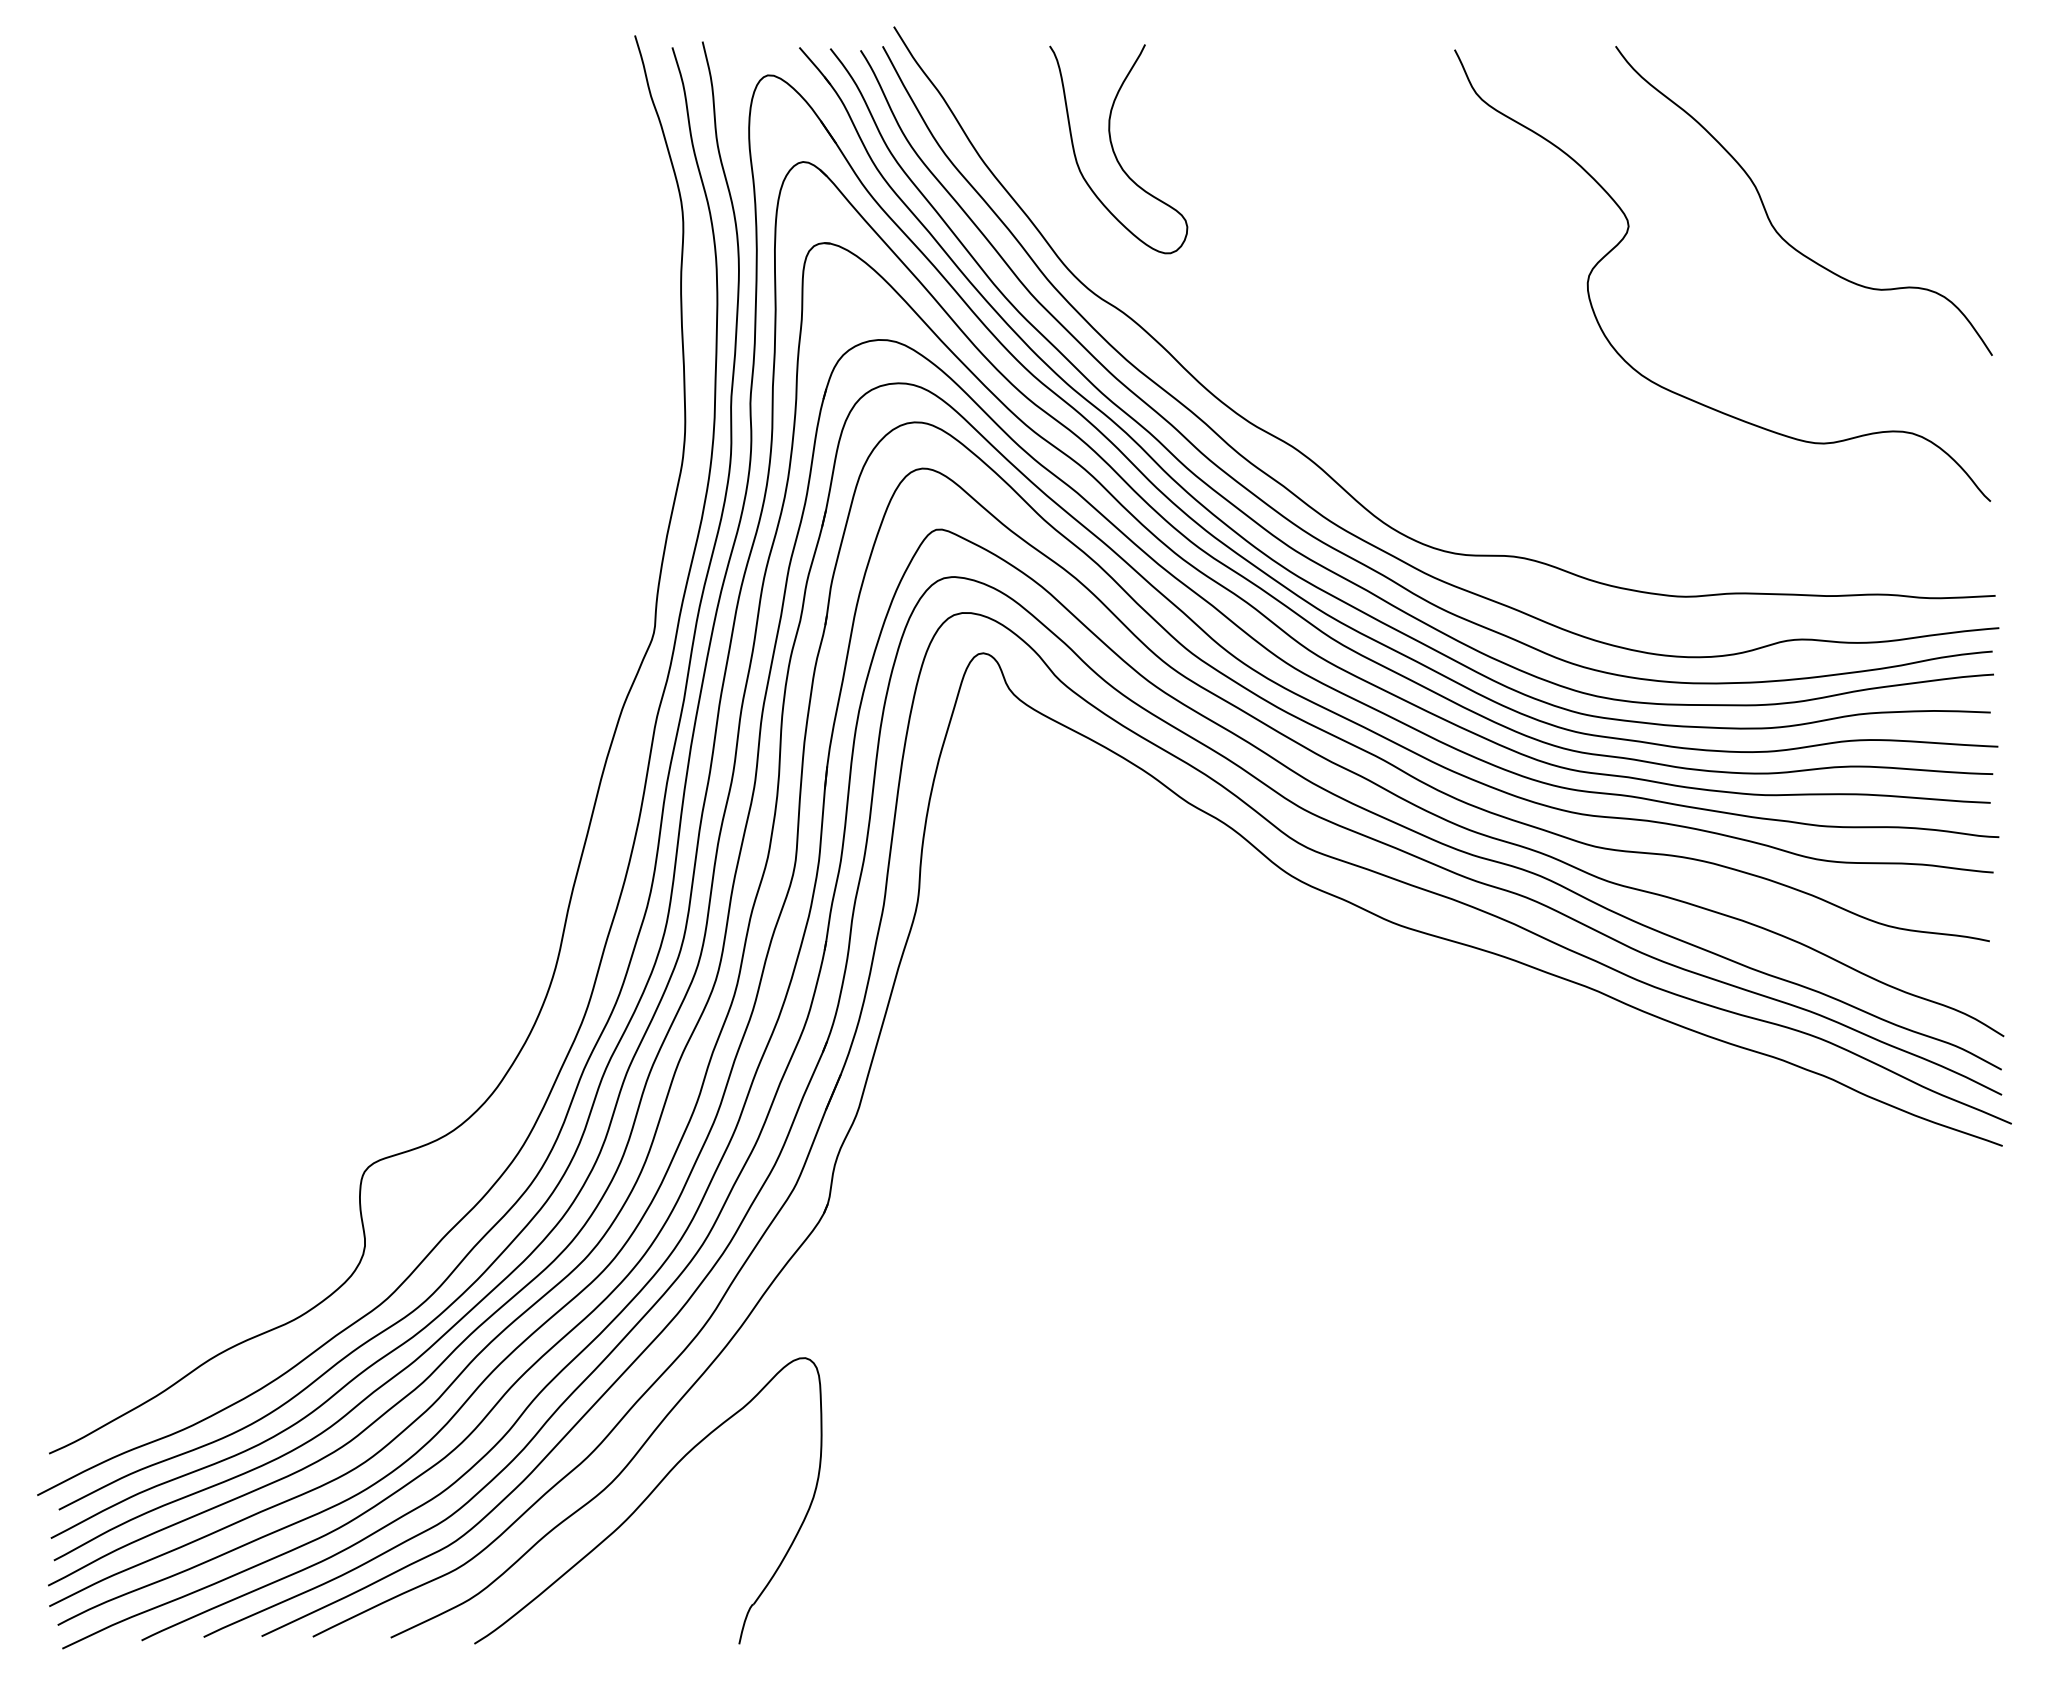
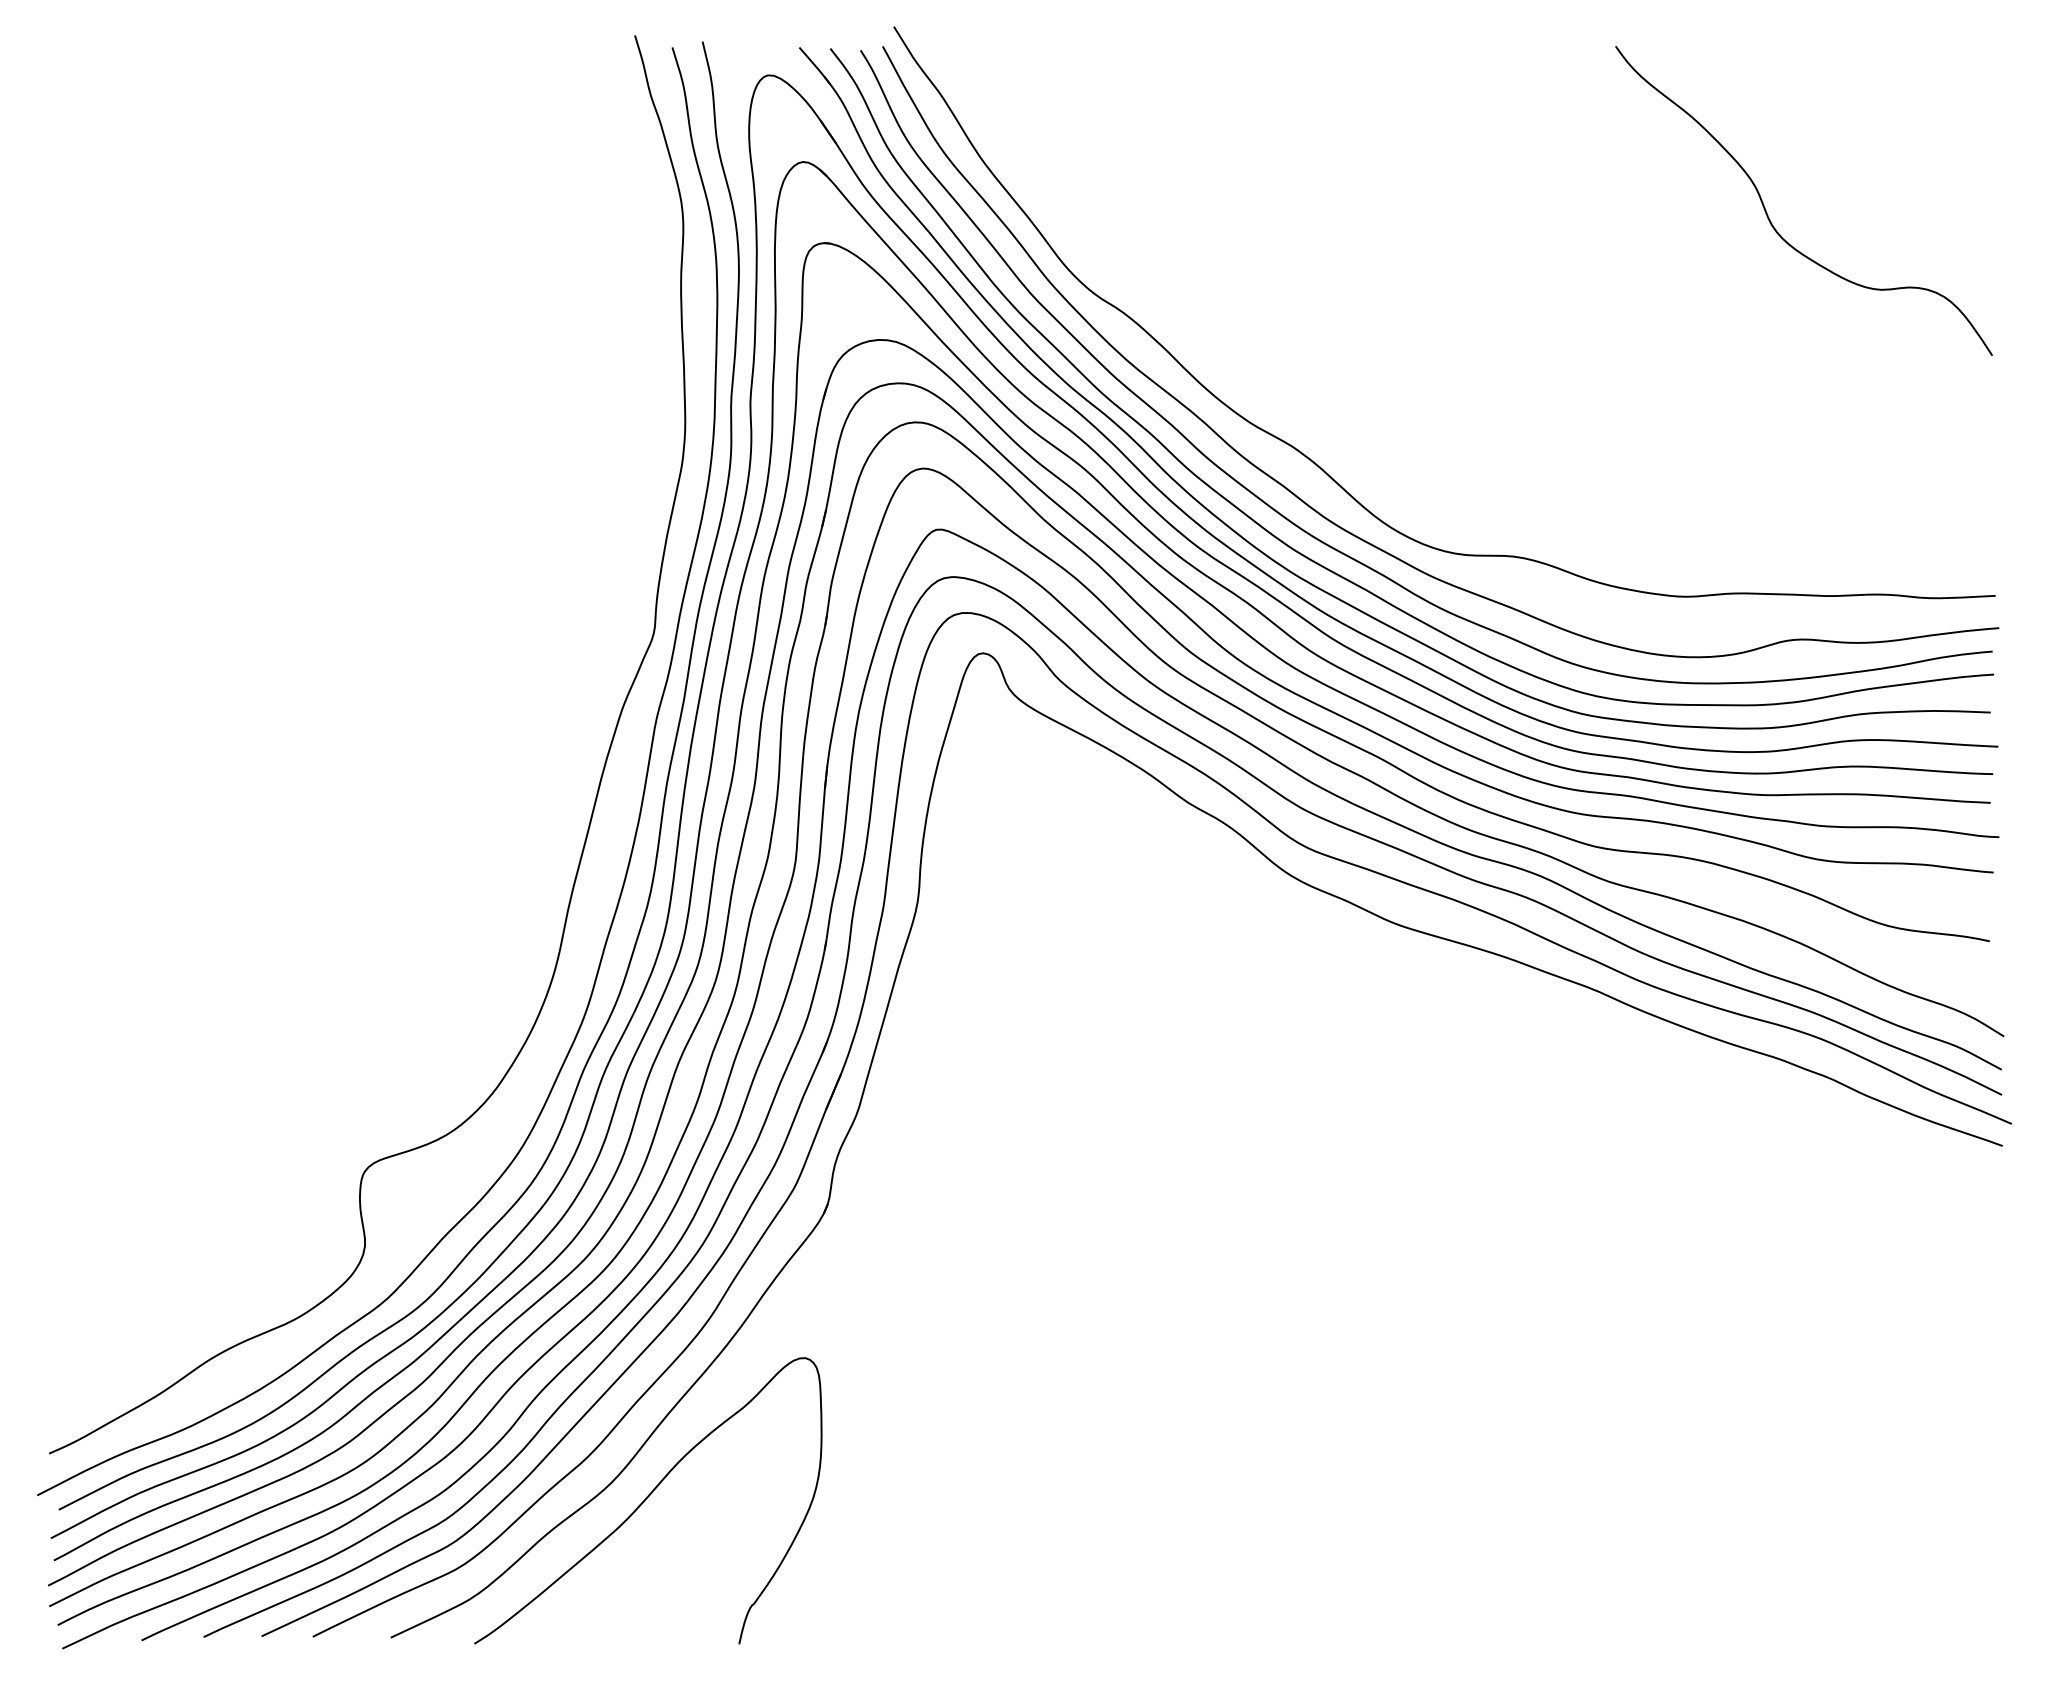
curve at (1114, 150): present -> none
curve at (1628, 231): present -> none
